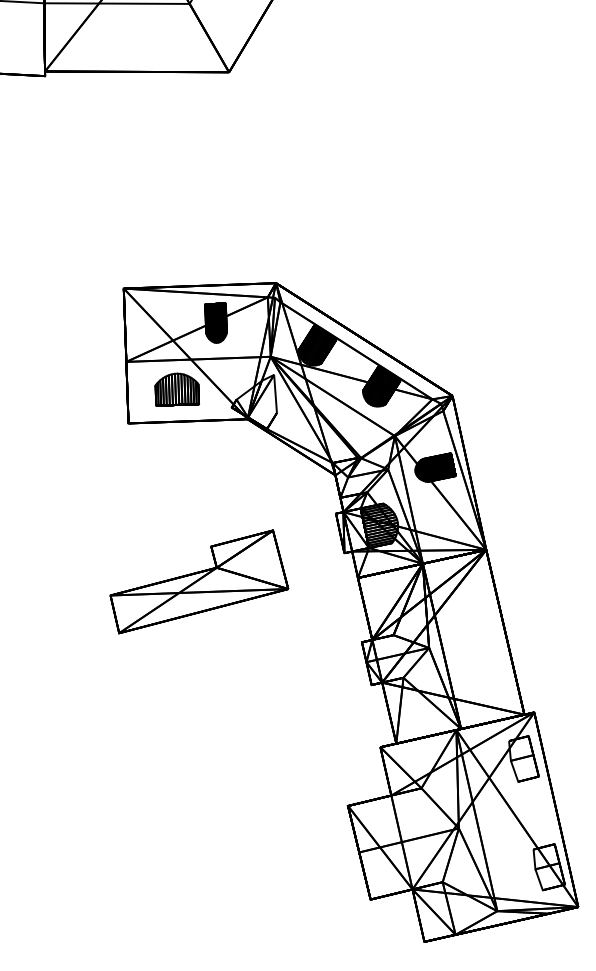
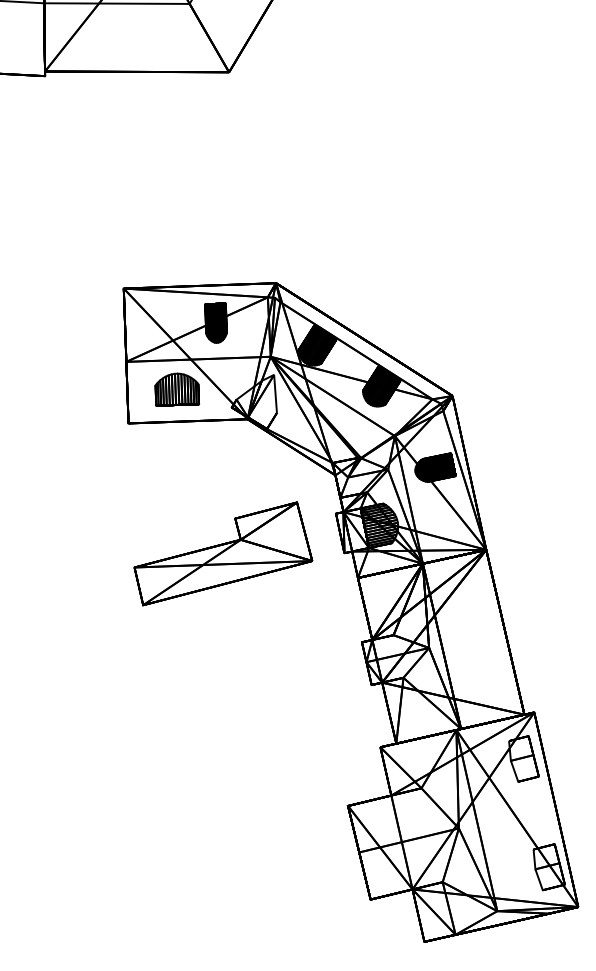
part at (199, 581) position: (199, 581) -> (223, 553)
